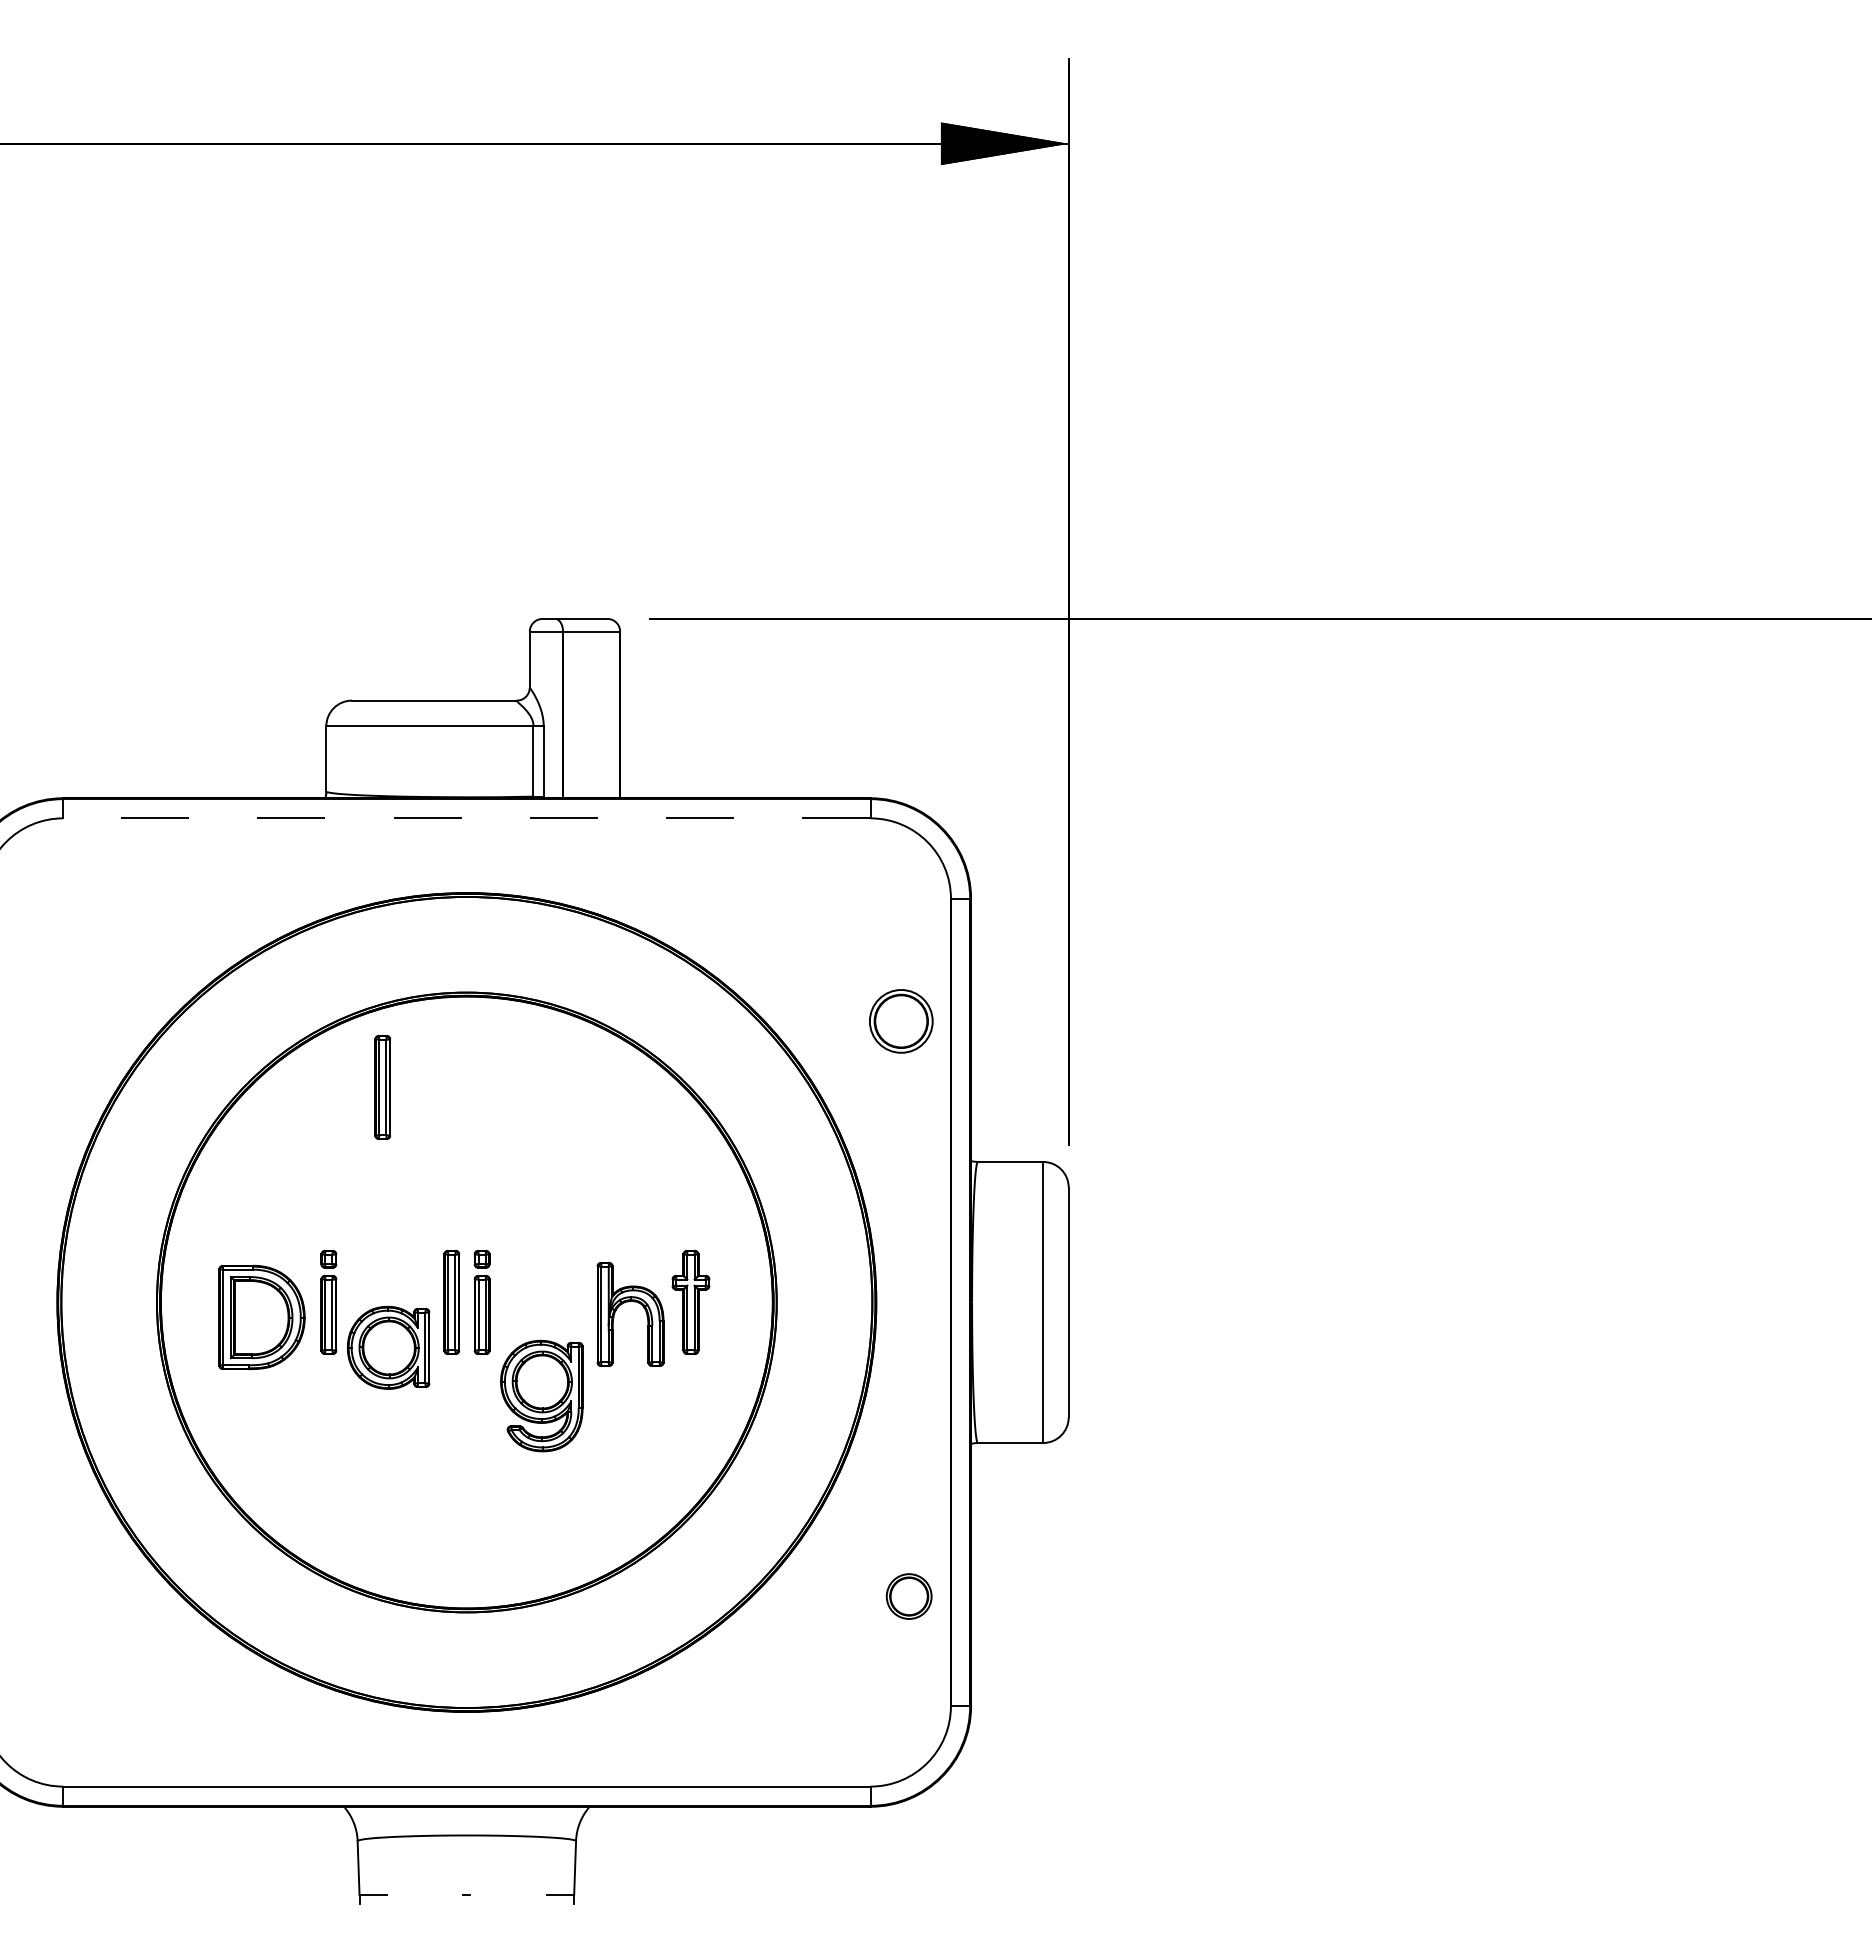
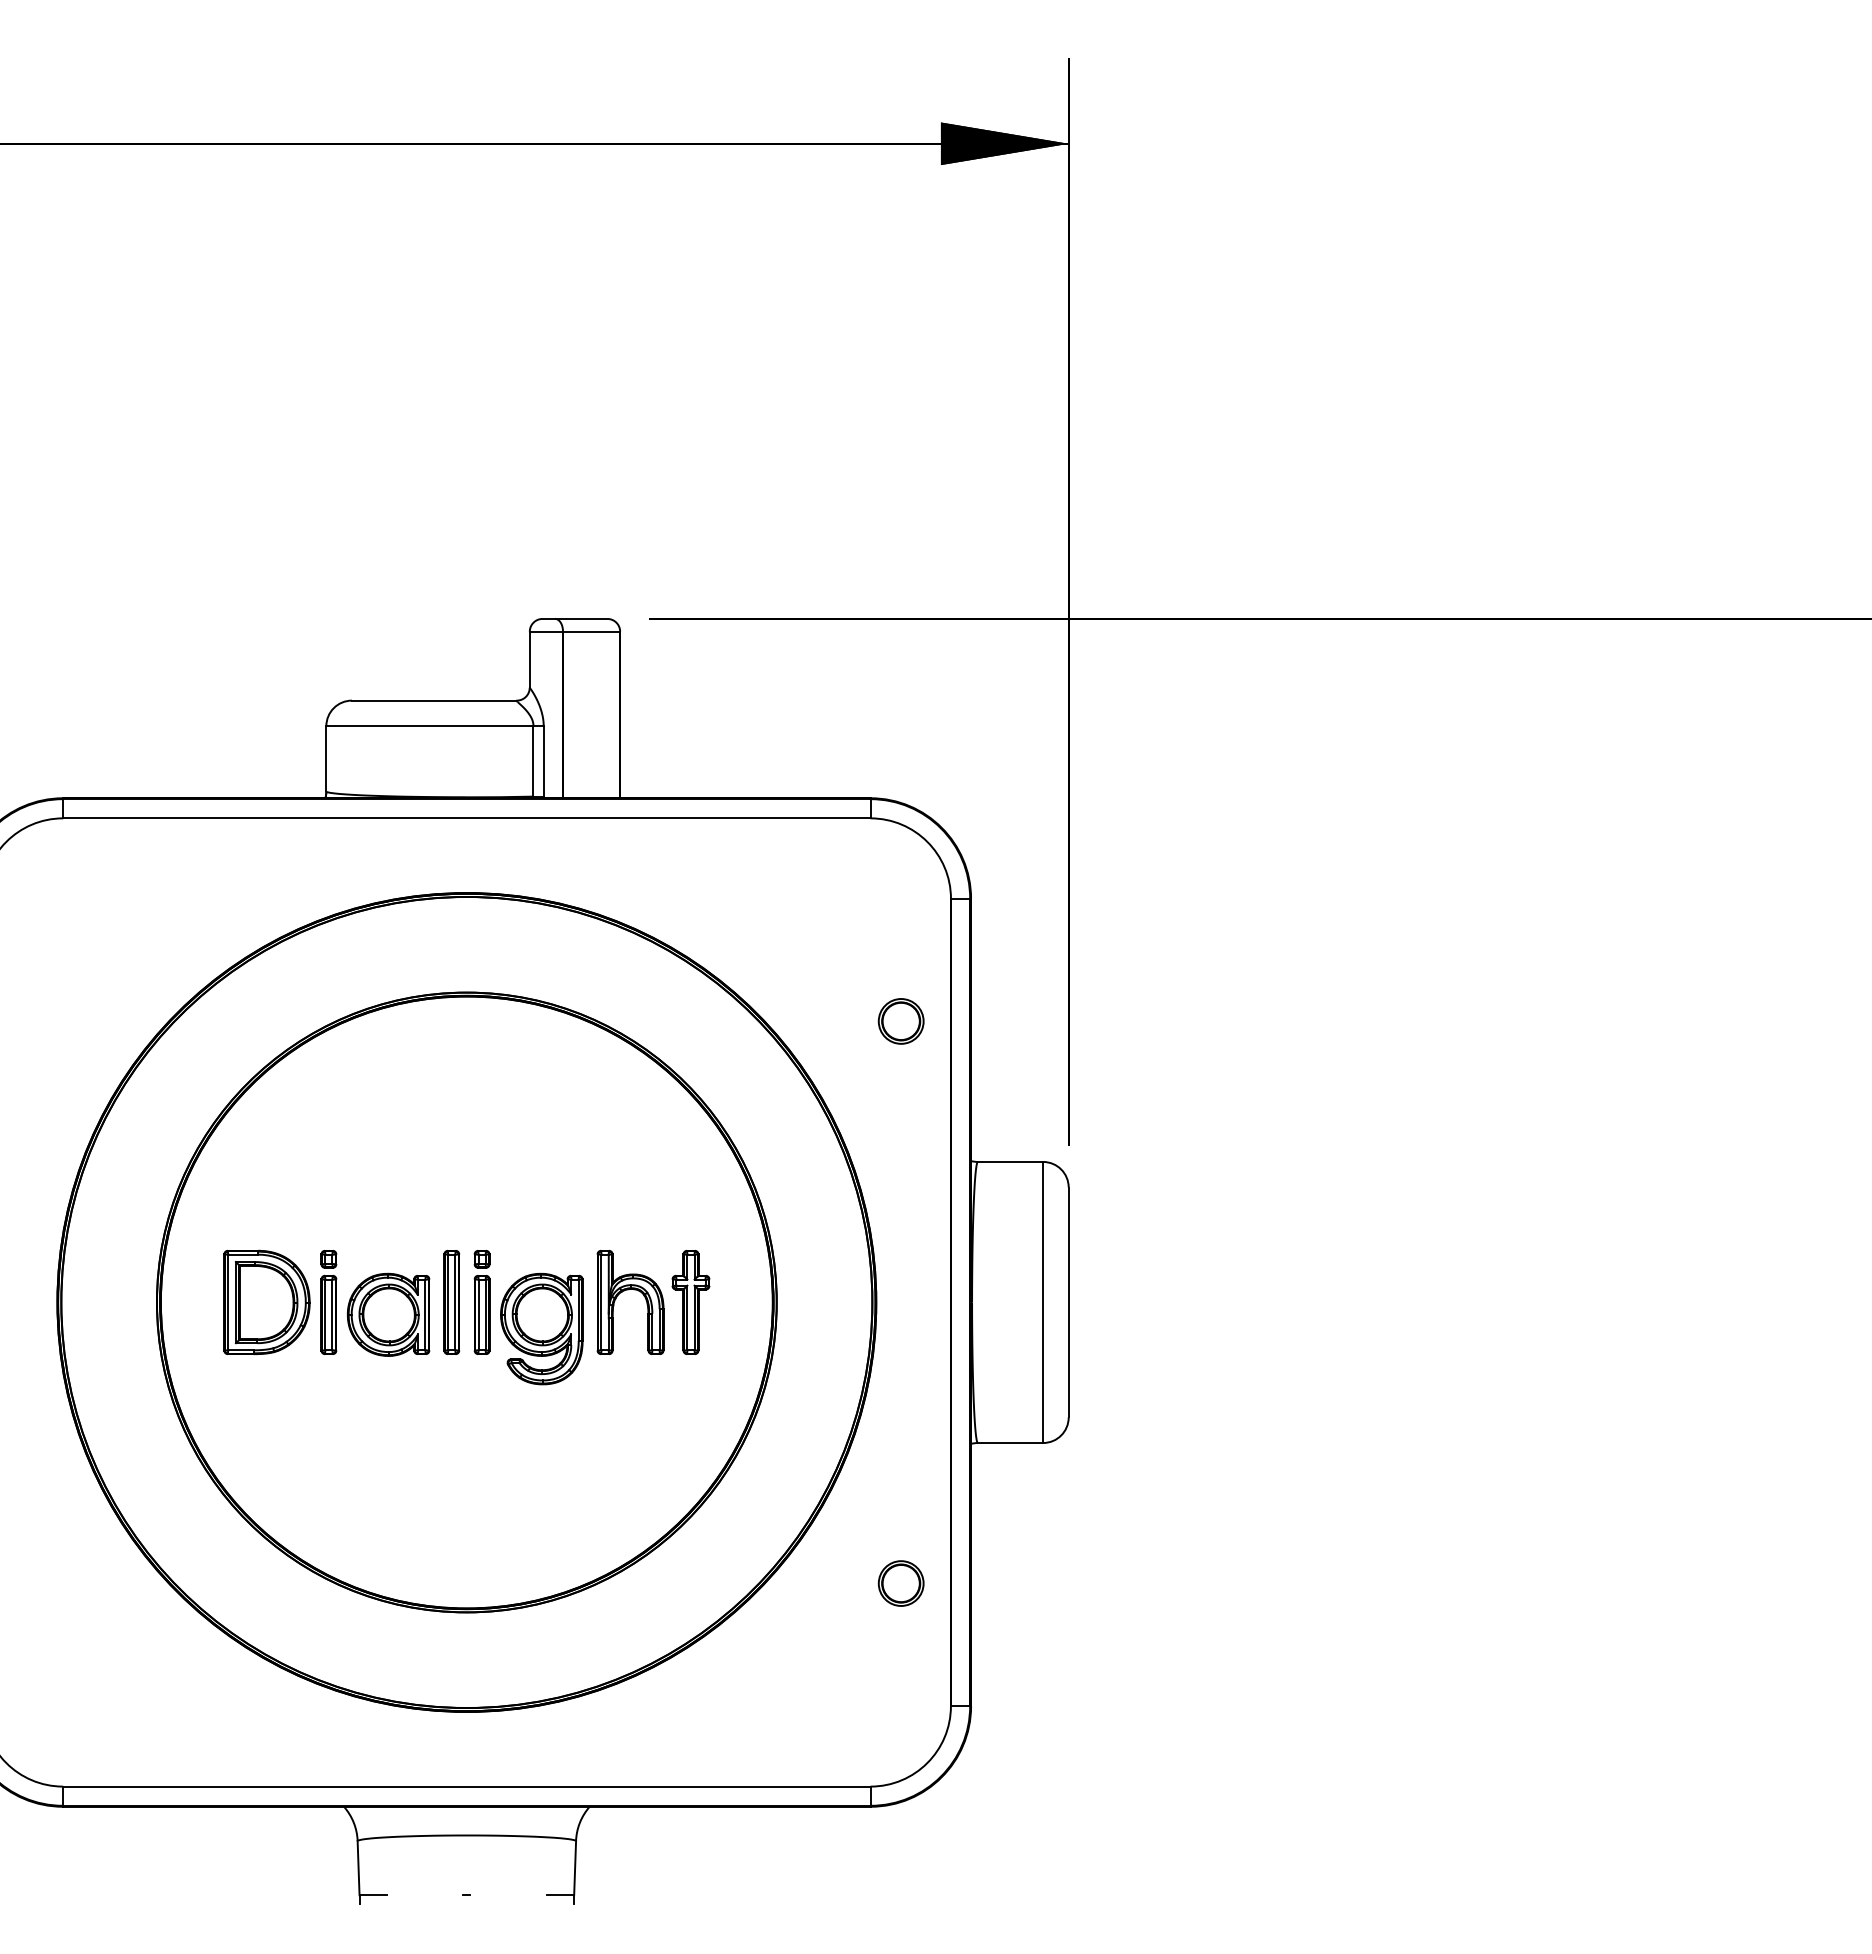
line at (466, 818): dashed -> solid
part at (901, 1021) size: 65x65 px -> 48x47 px
part at (382, 1086): present -> none
part at (628, 1302) position: (628, 1302) -> (628, 1290)
part at (261, 1317) position: (261, 1317) -> (266, 1302)
part at (388, 1347) position: (388, 1347) -> (388, 1314)
part at (541, 1395) position: (541, 1395) -> (541, 1328)
part at (908, 1596) position: (908, 1596) -> (900, 1583)
